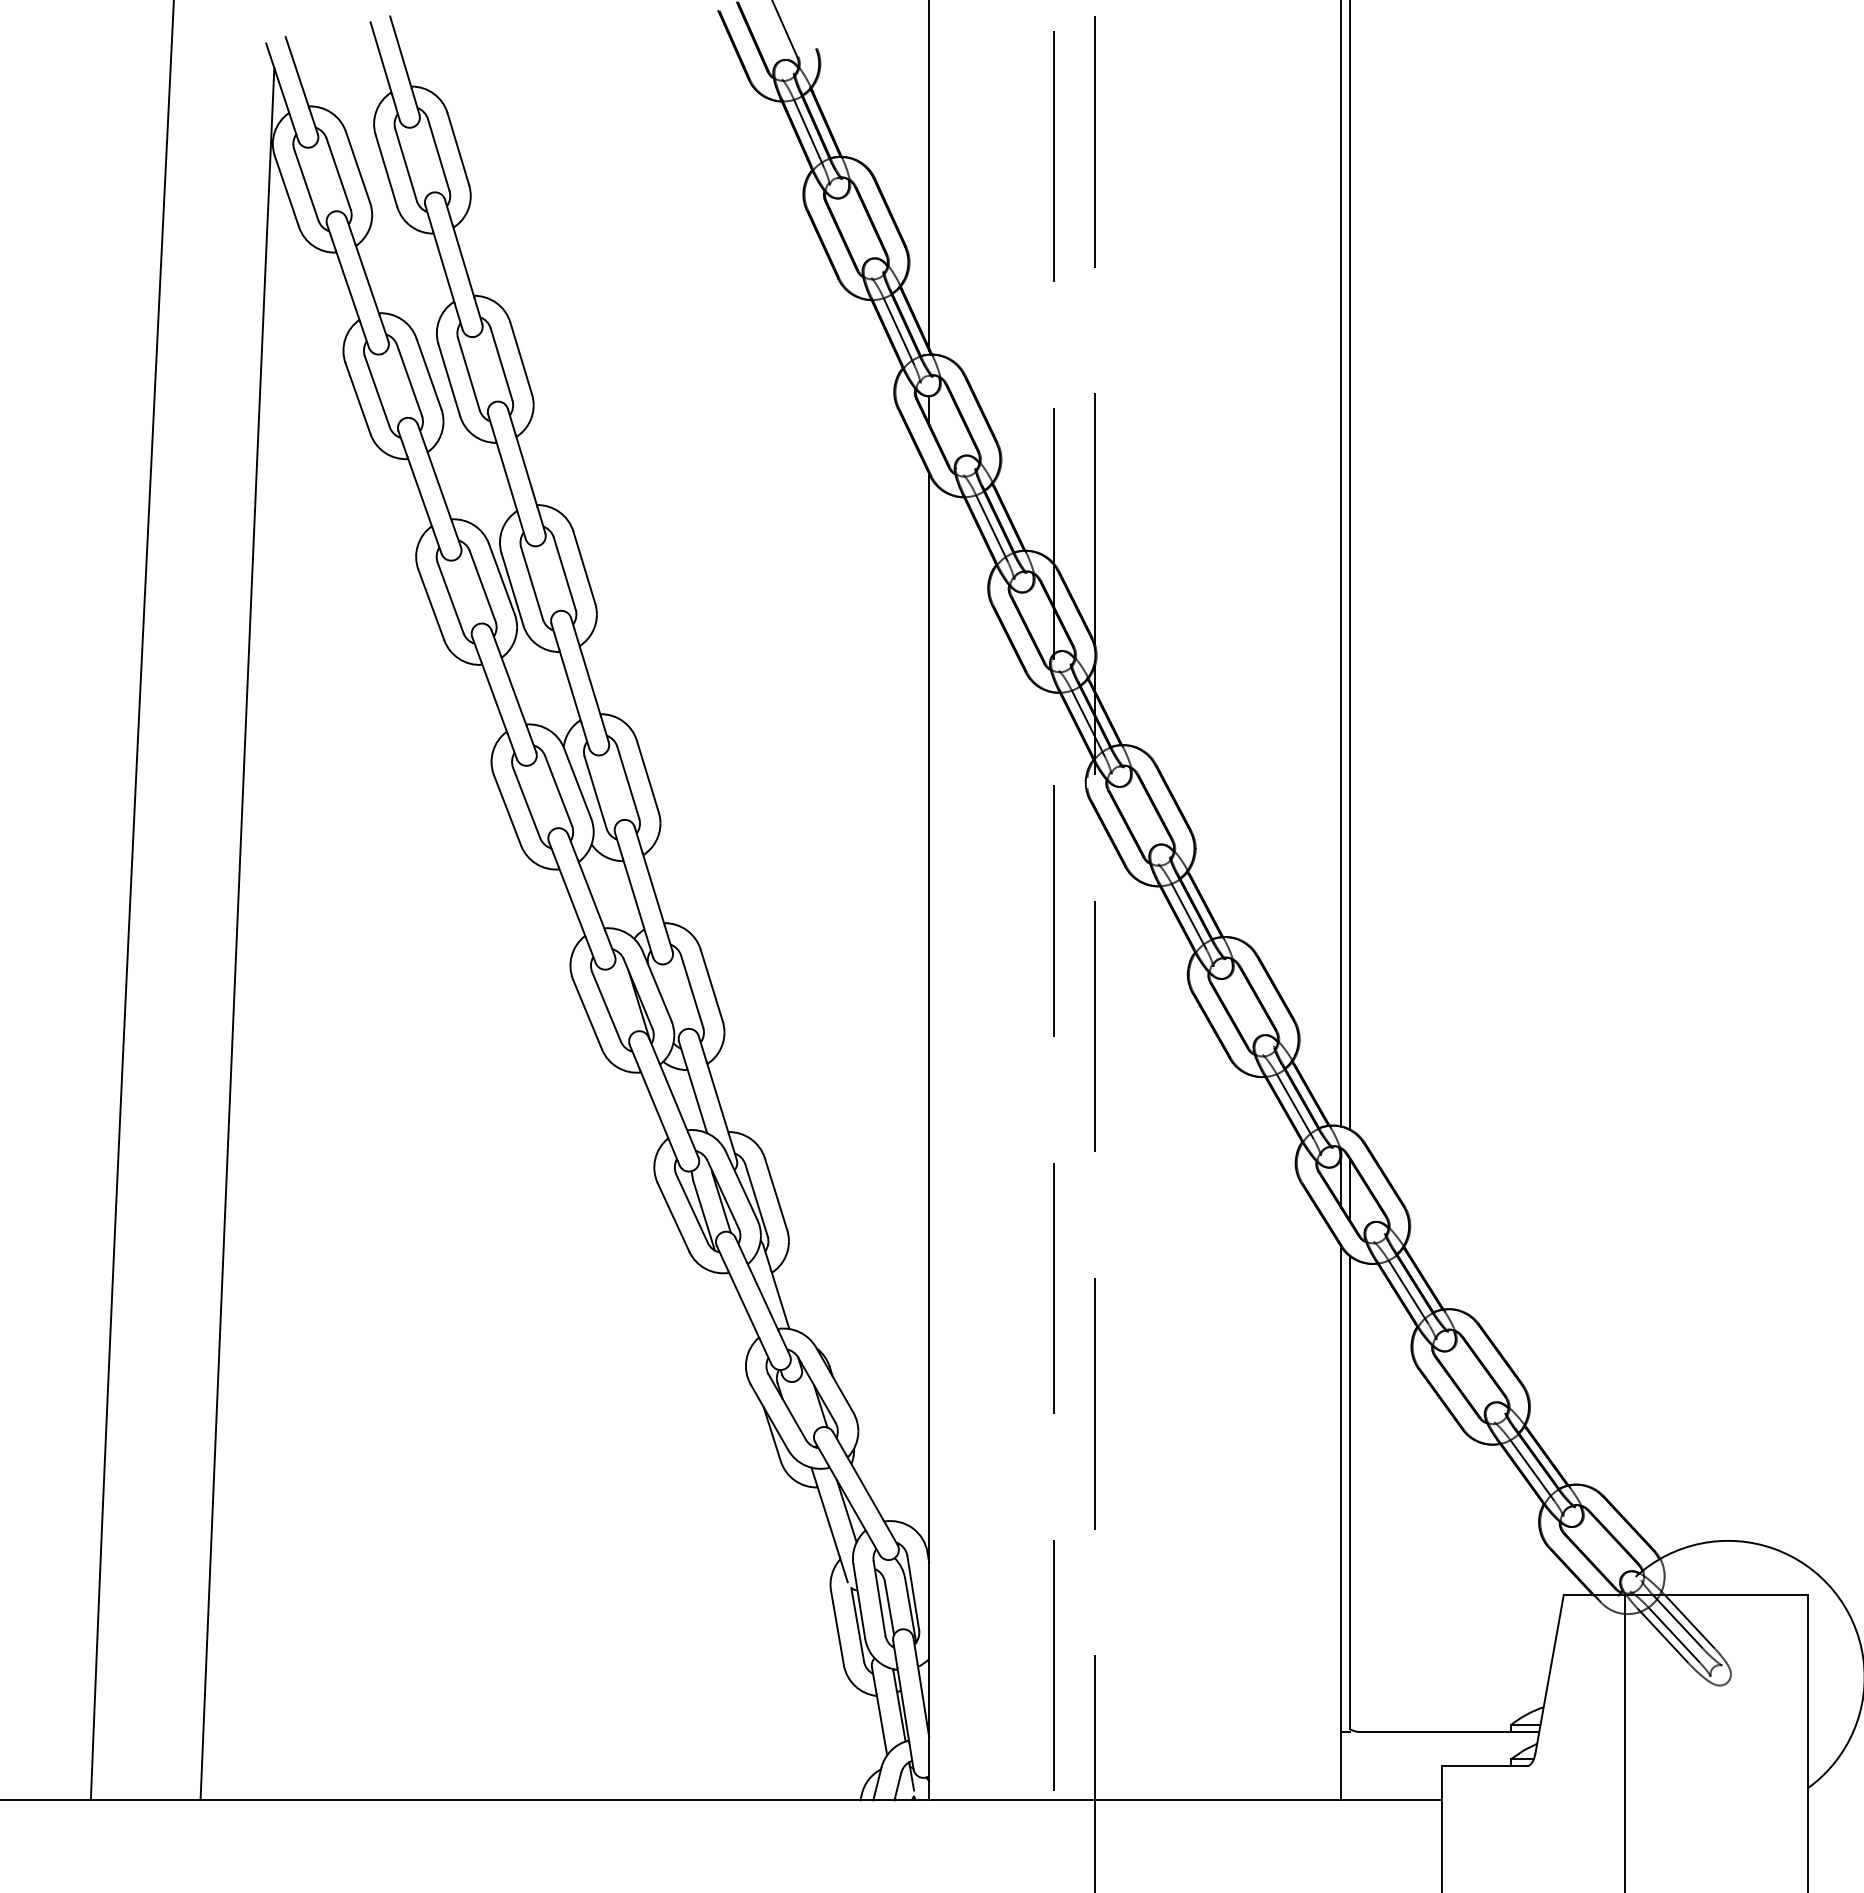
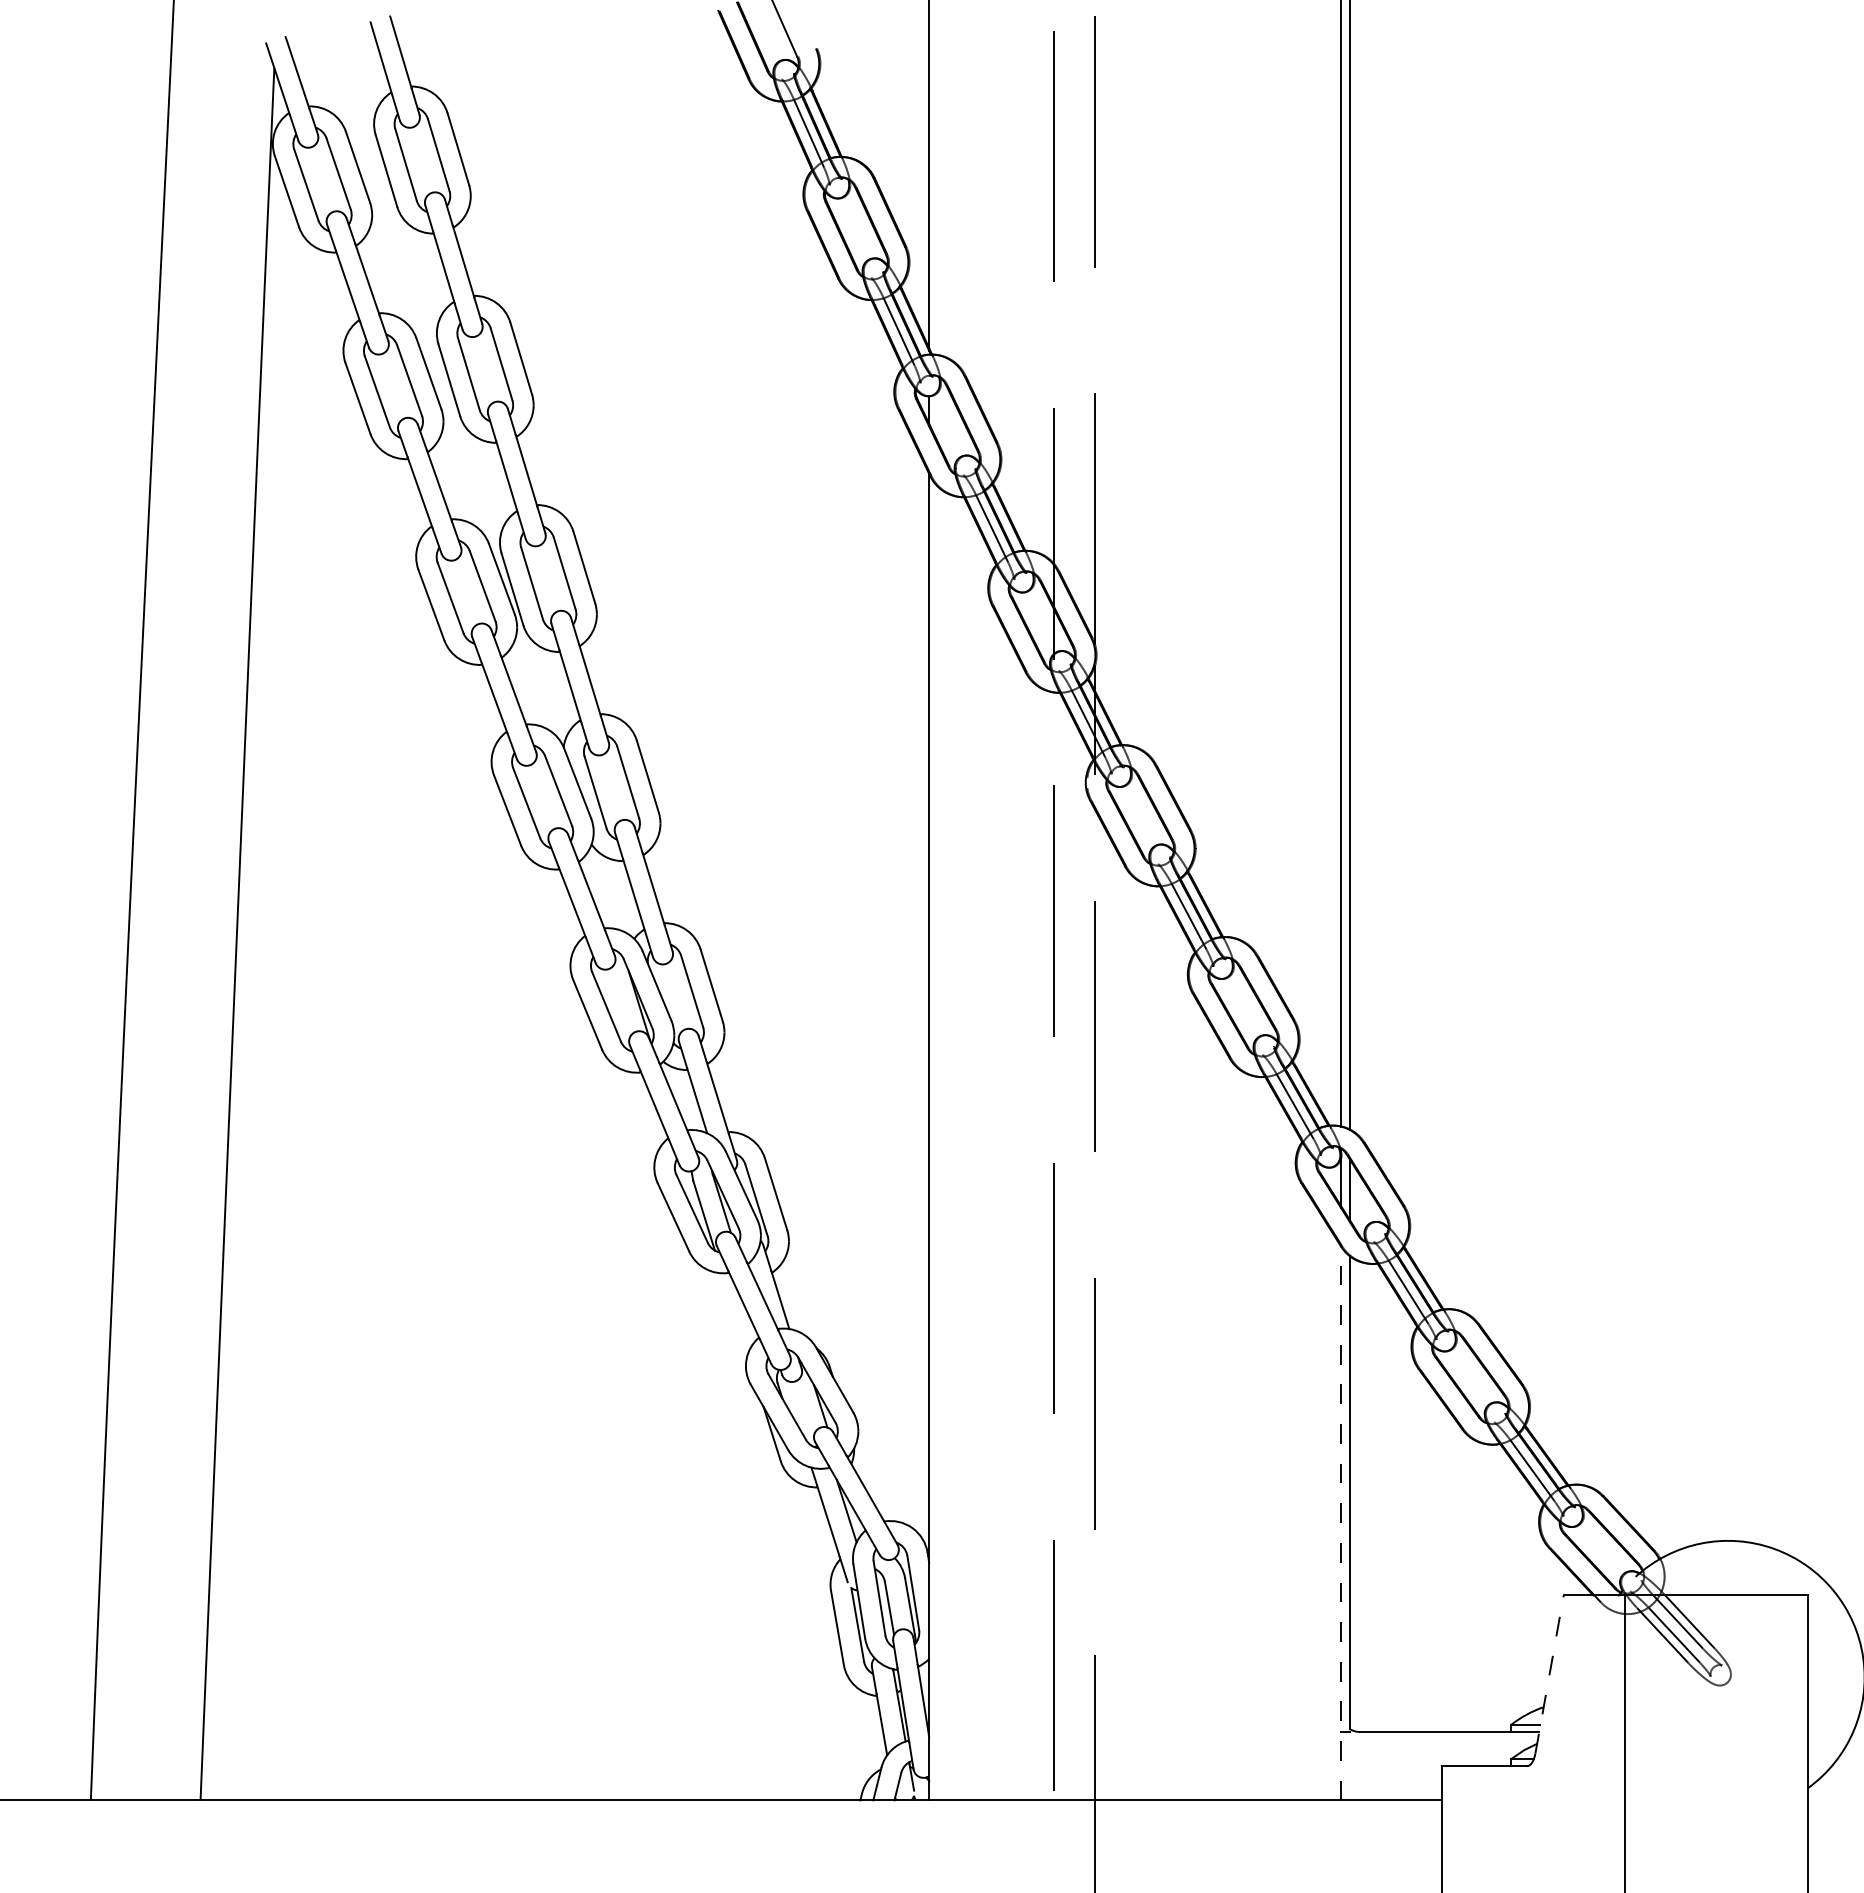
line at (1340, 1522): solid -> dashed
line at (1549, 1673): solid -> dashed
